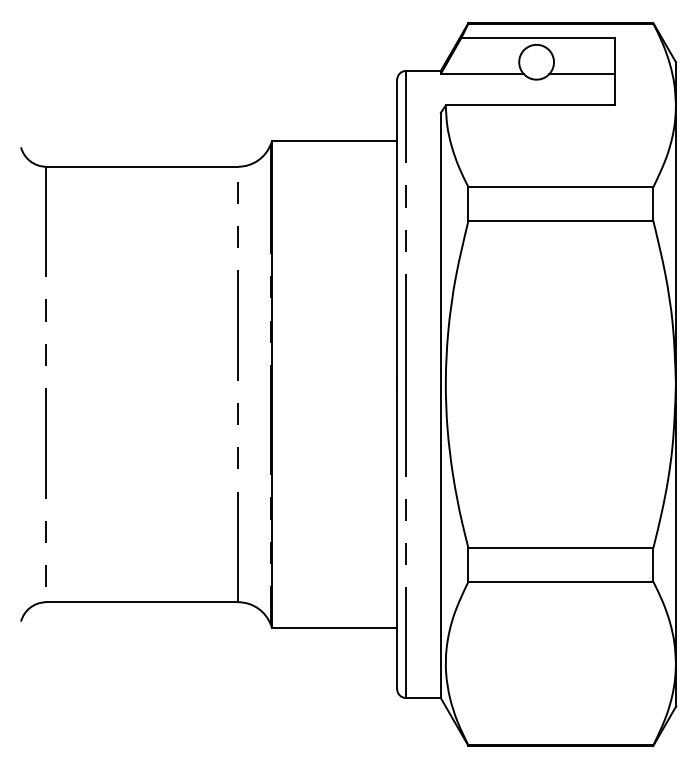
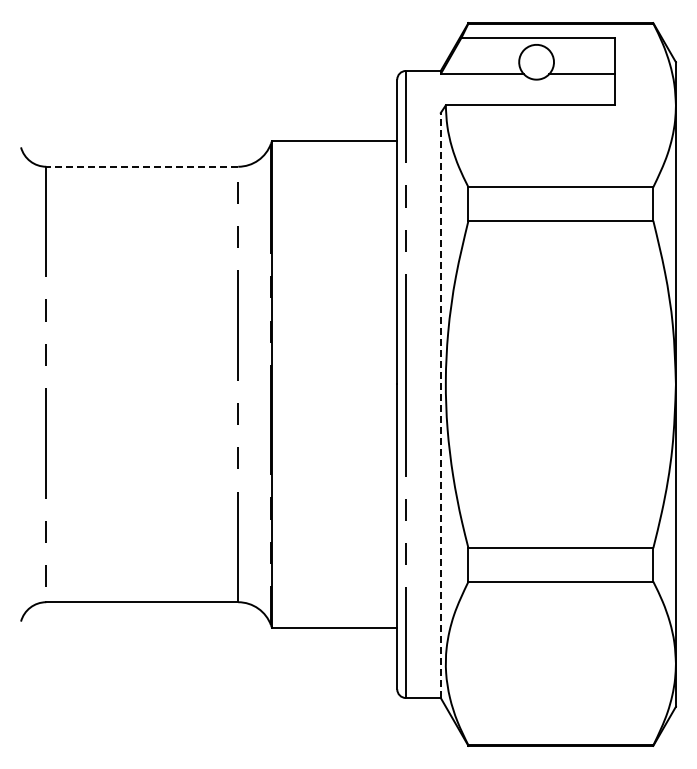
line at (142, 166): solid -> dashed
line at (440, 405): solid -> dashed
